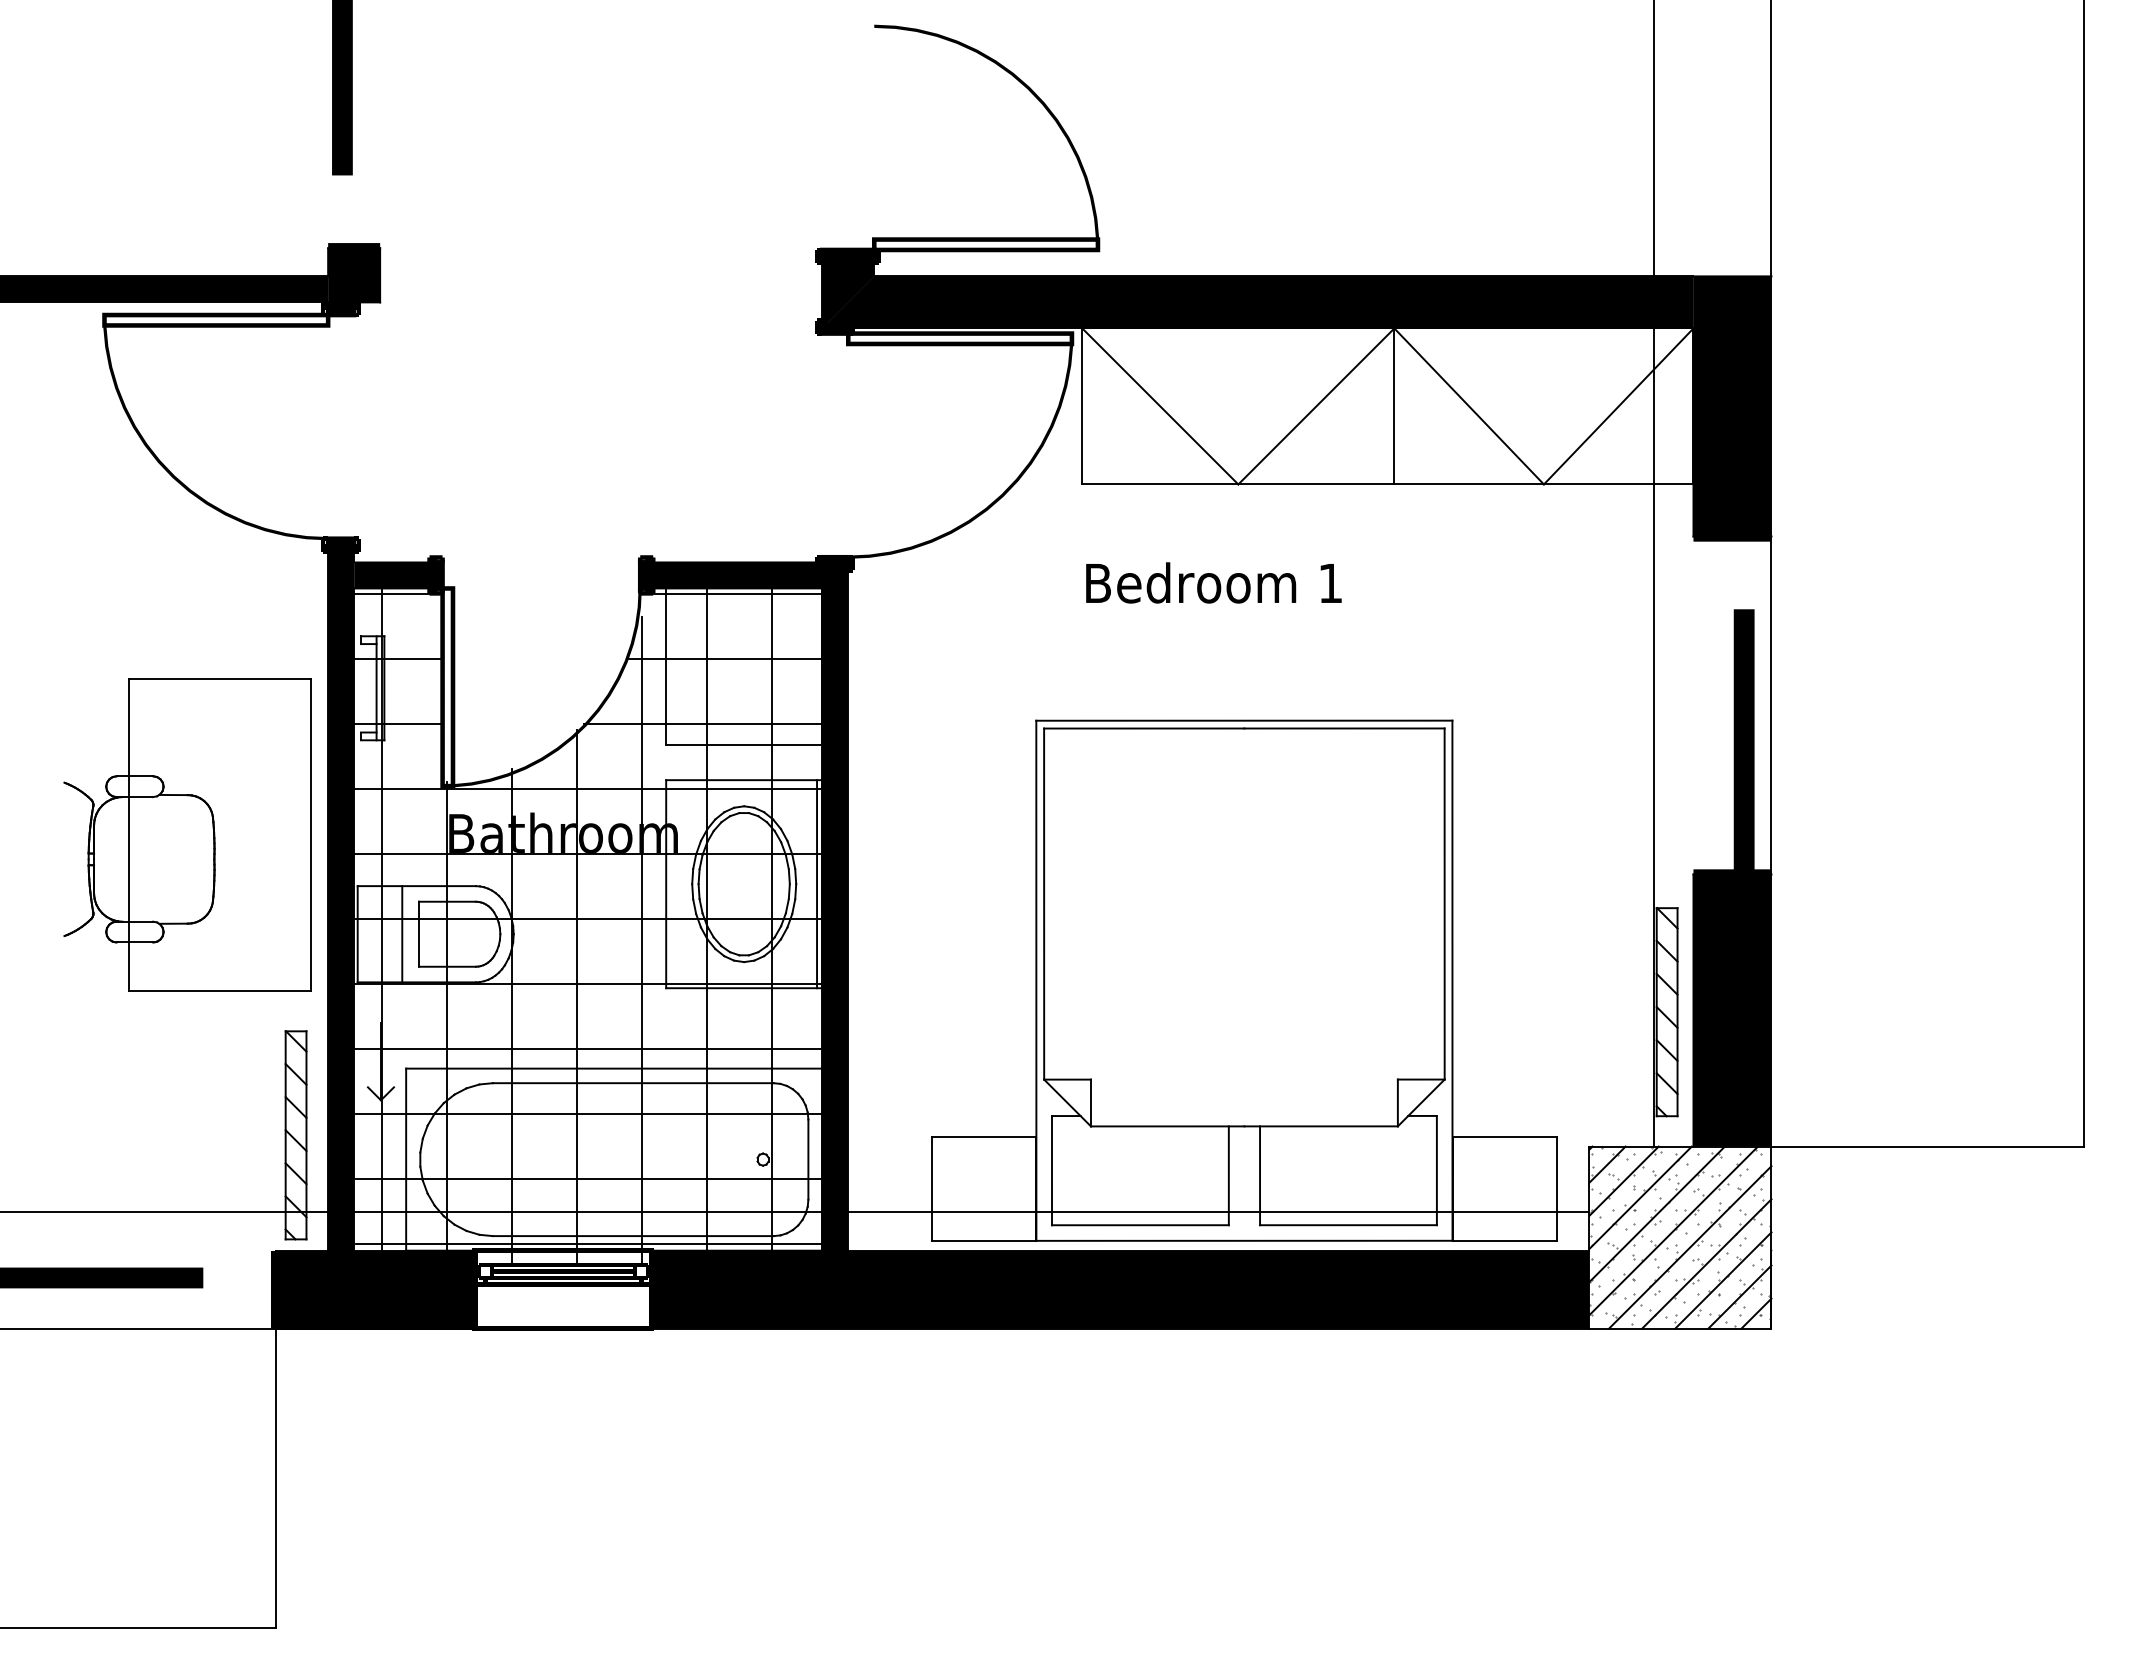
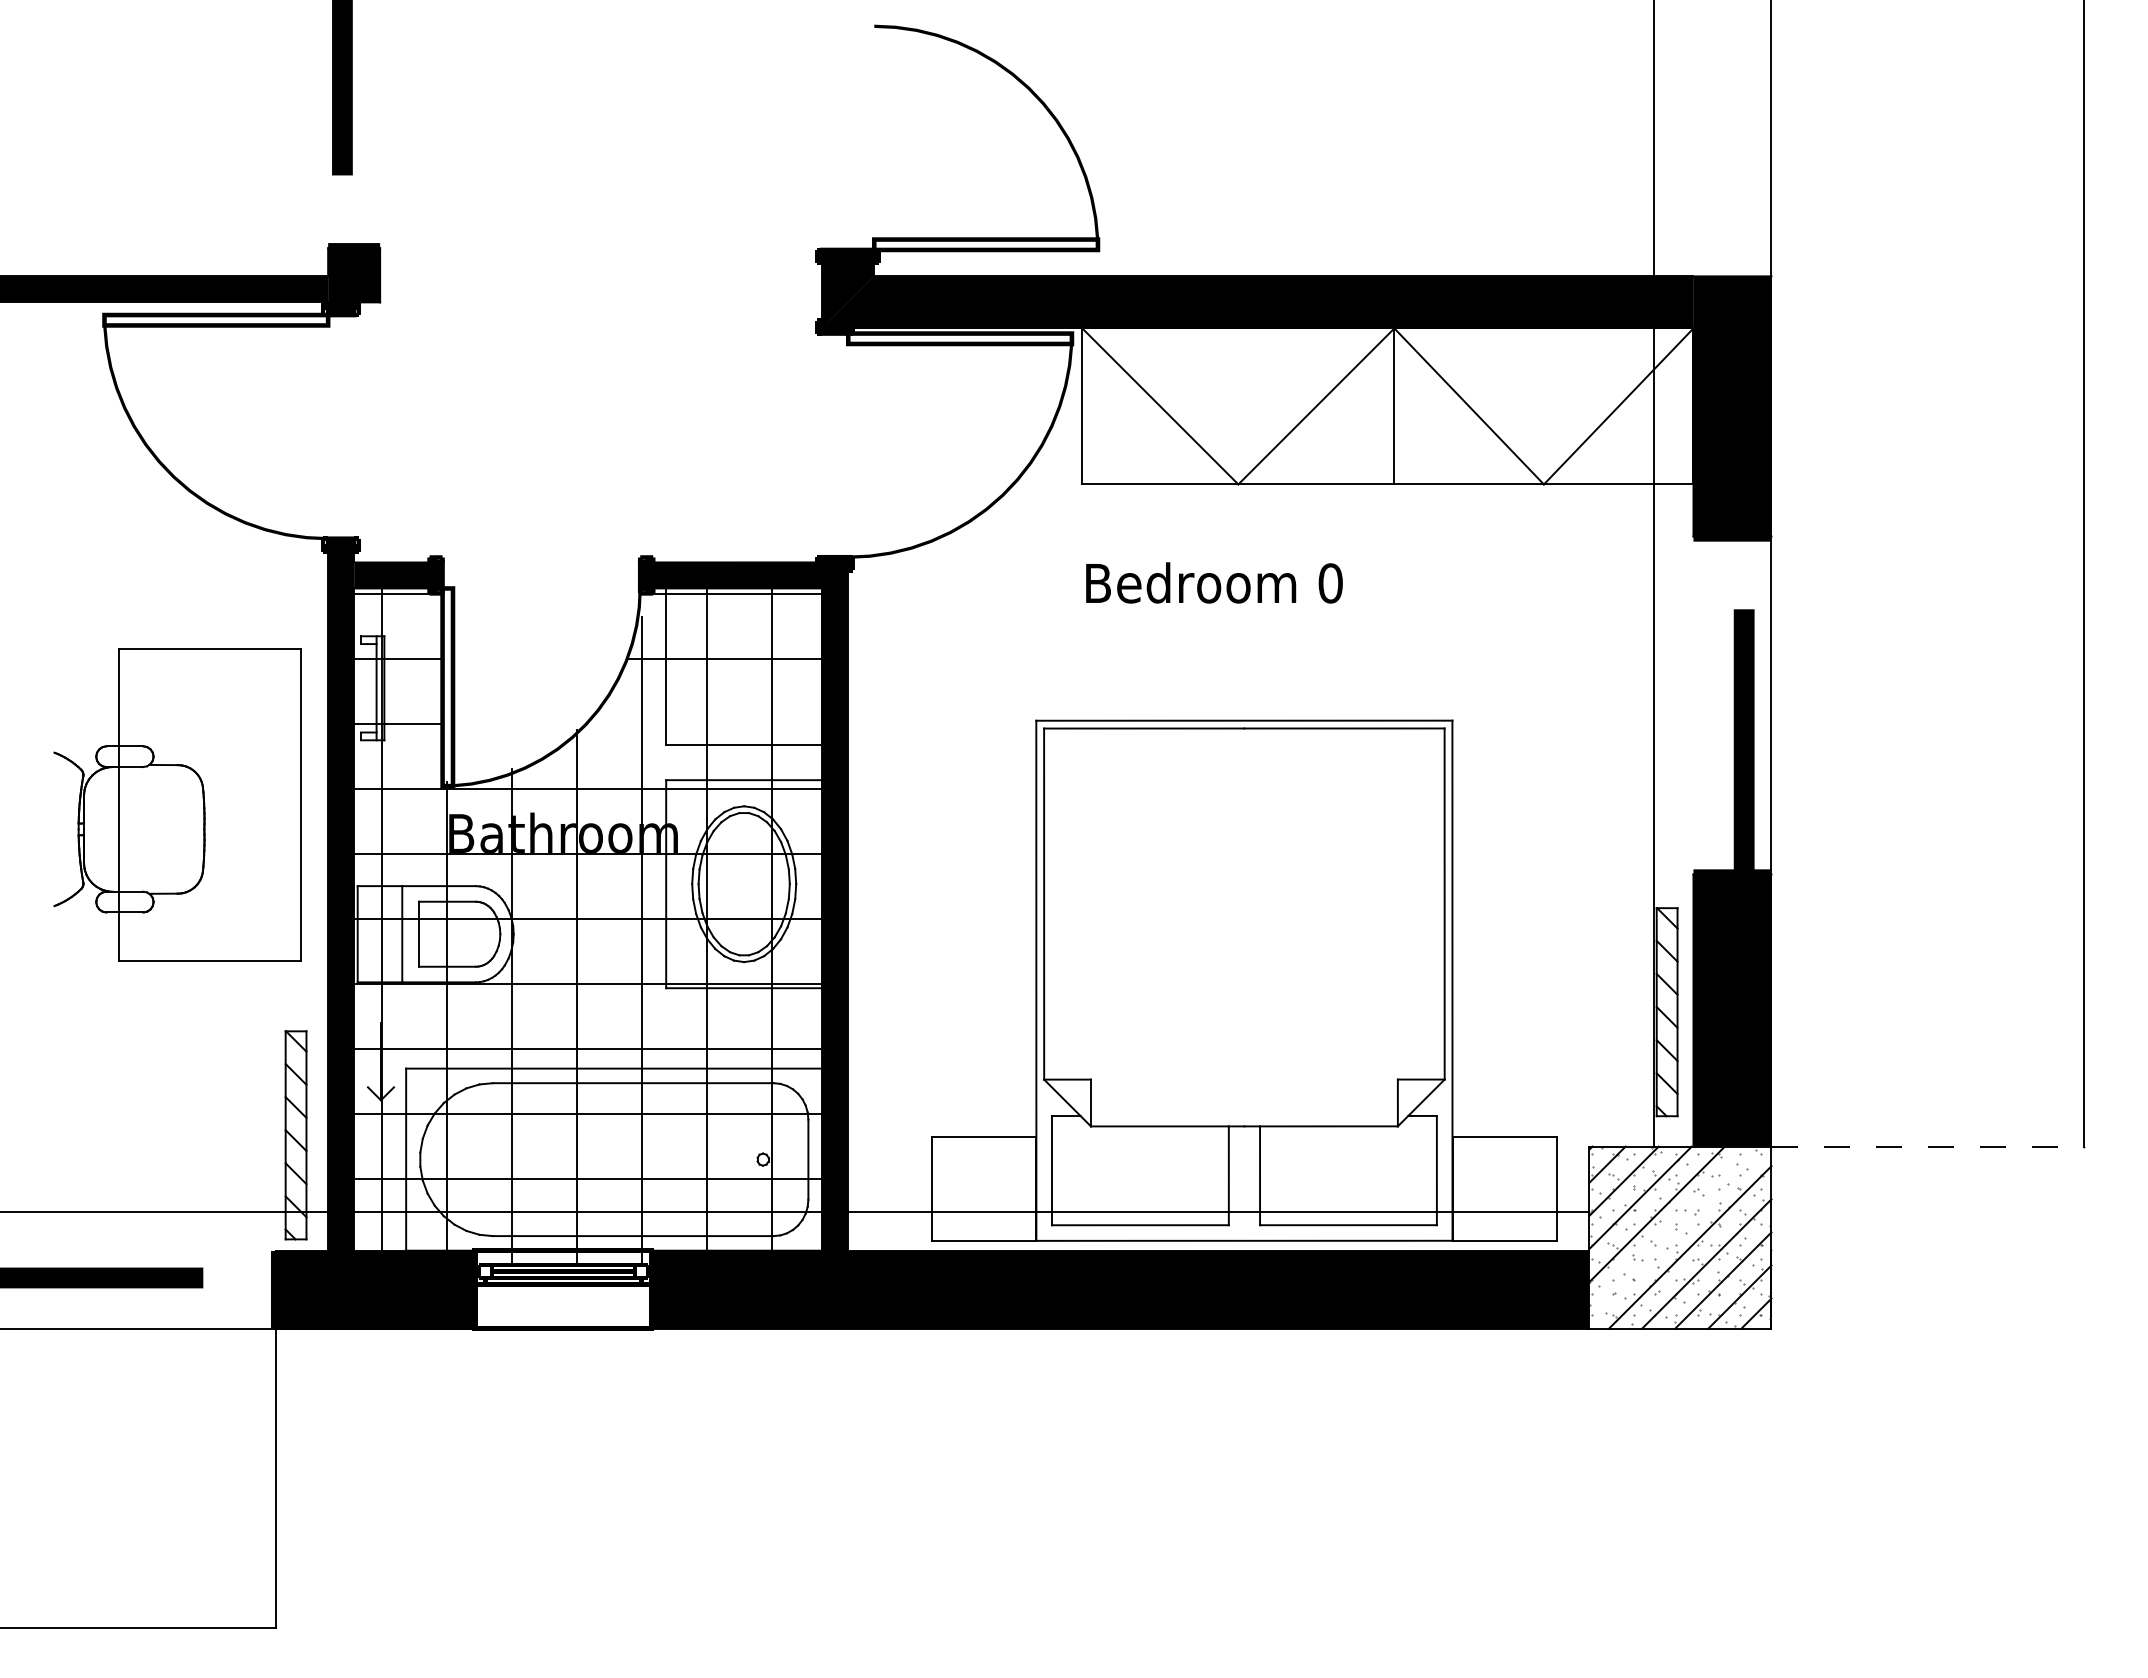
text at (1330, 583): 1 -> 0
line at (702, 724): present -> none
part at (187, 834) position: (187, 834) -> (177, 804)
line at (817, 884): present -> none
line at (1928, 1146): solid -> dashed
line at (1673, 1230): present -> none
line at (588, 1244): present -> none
